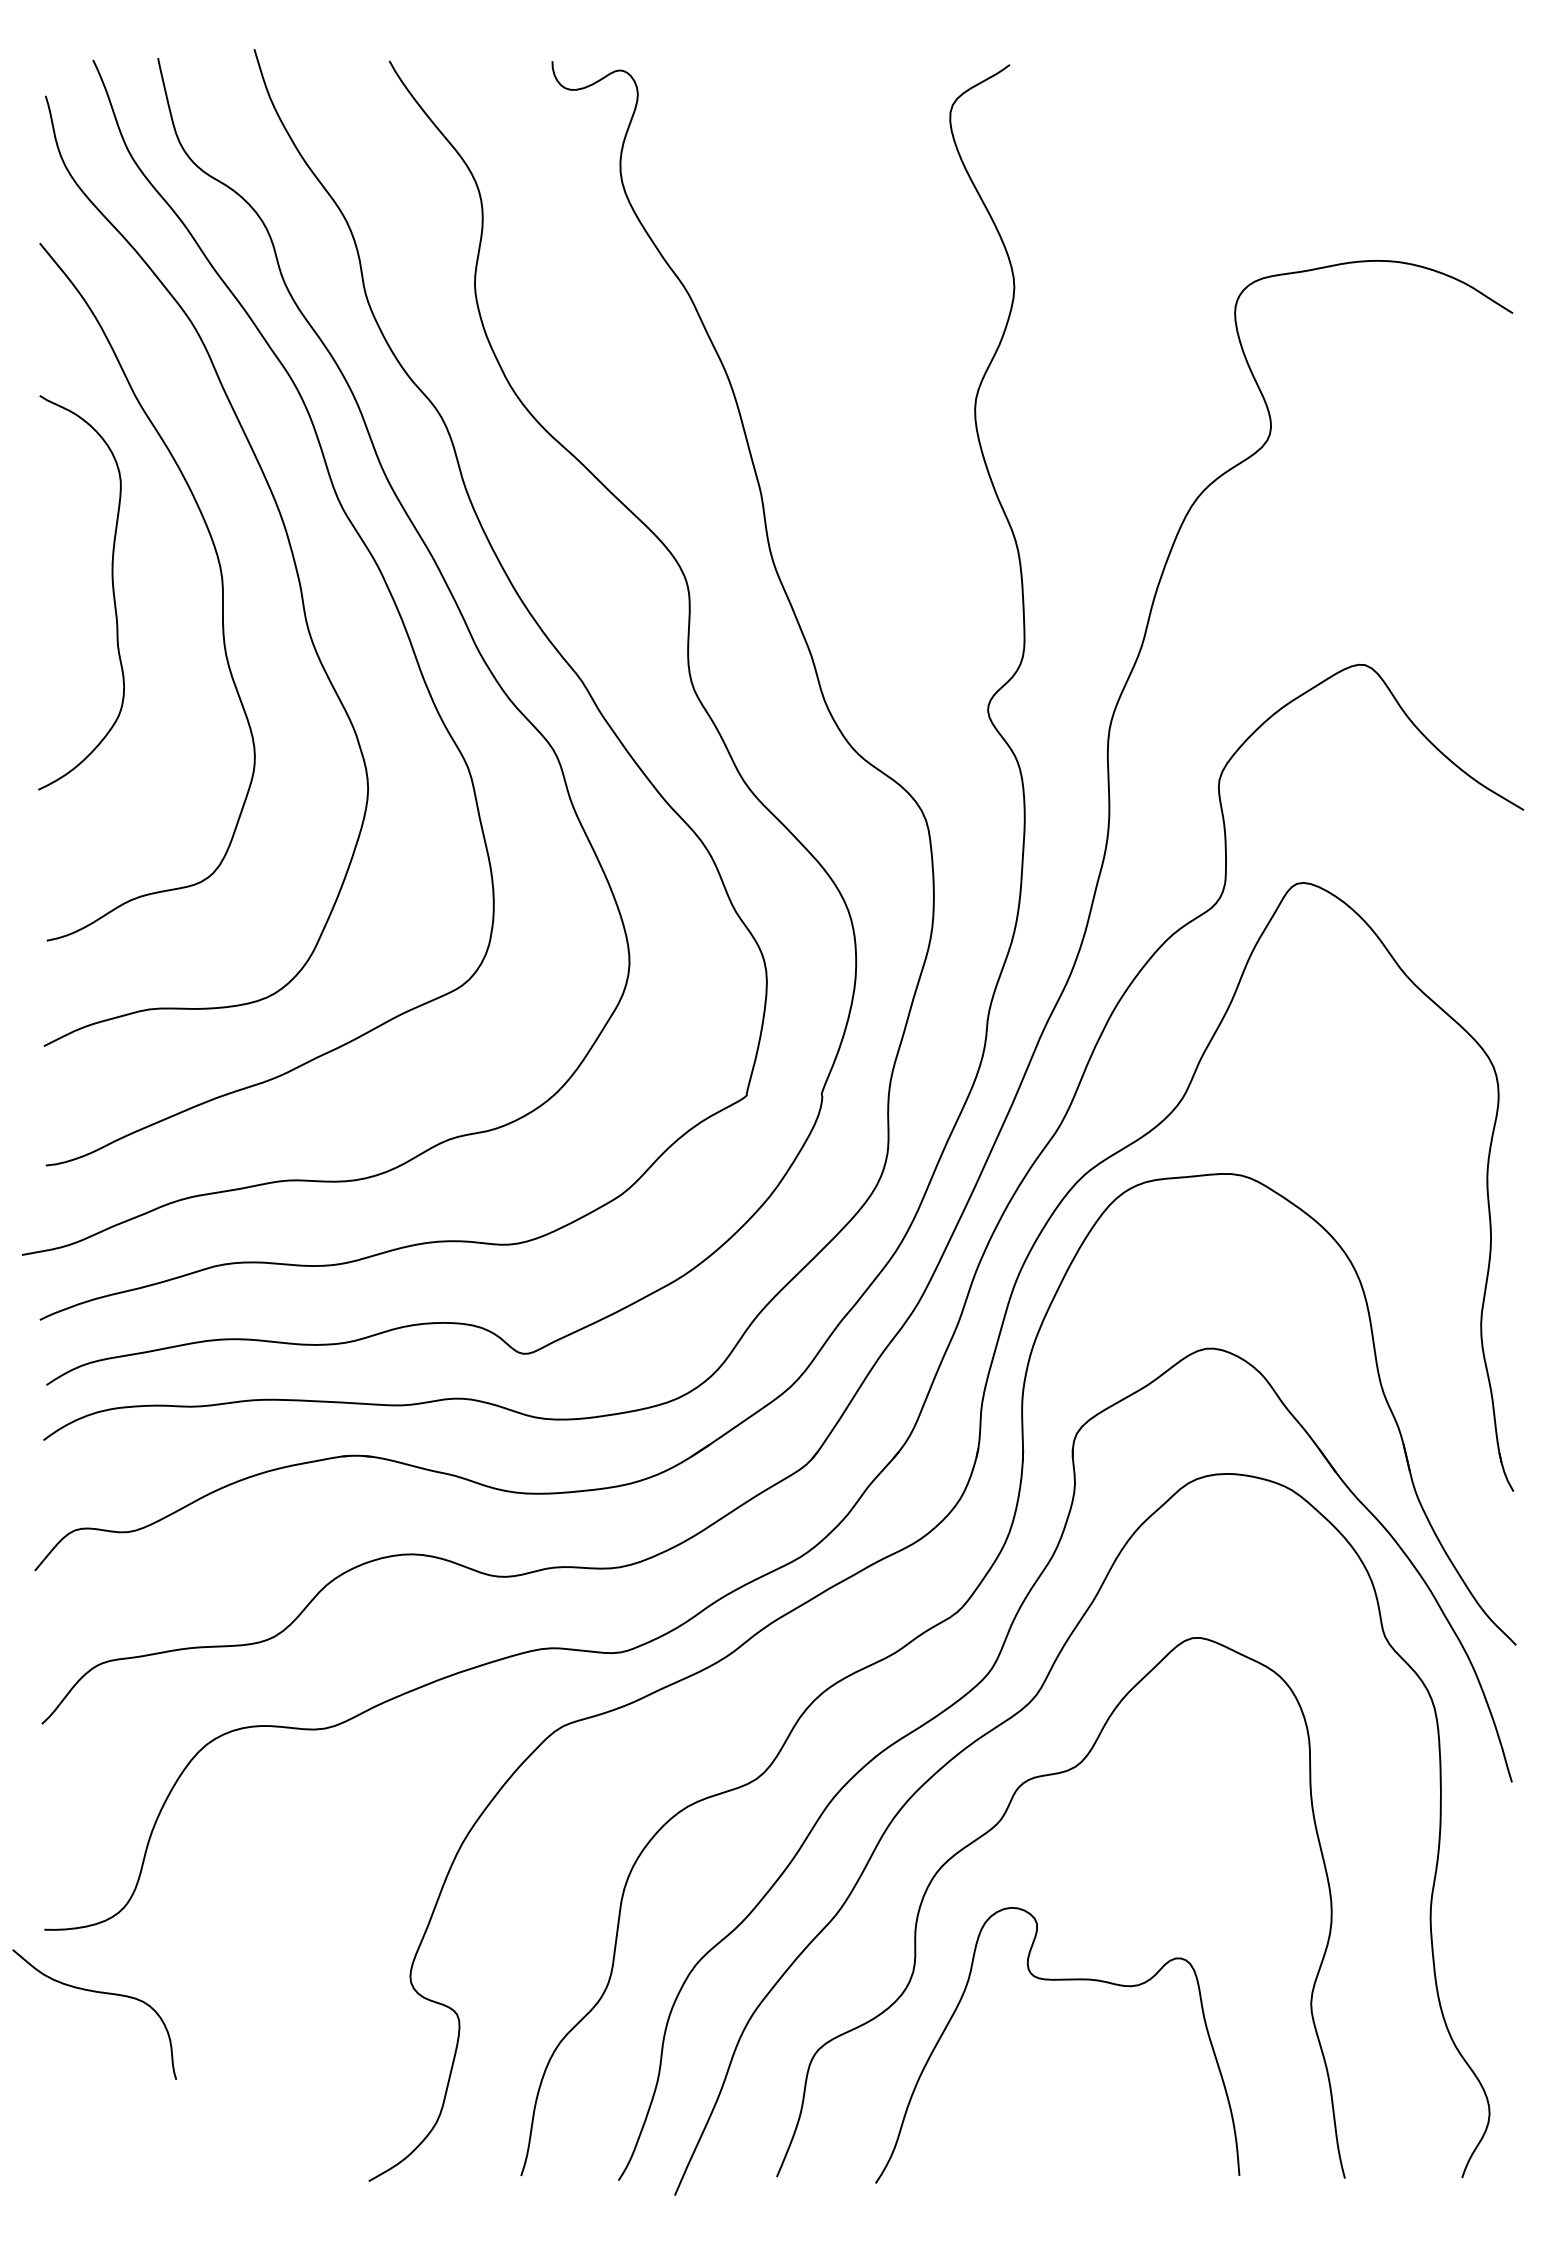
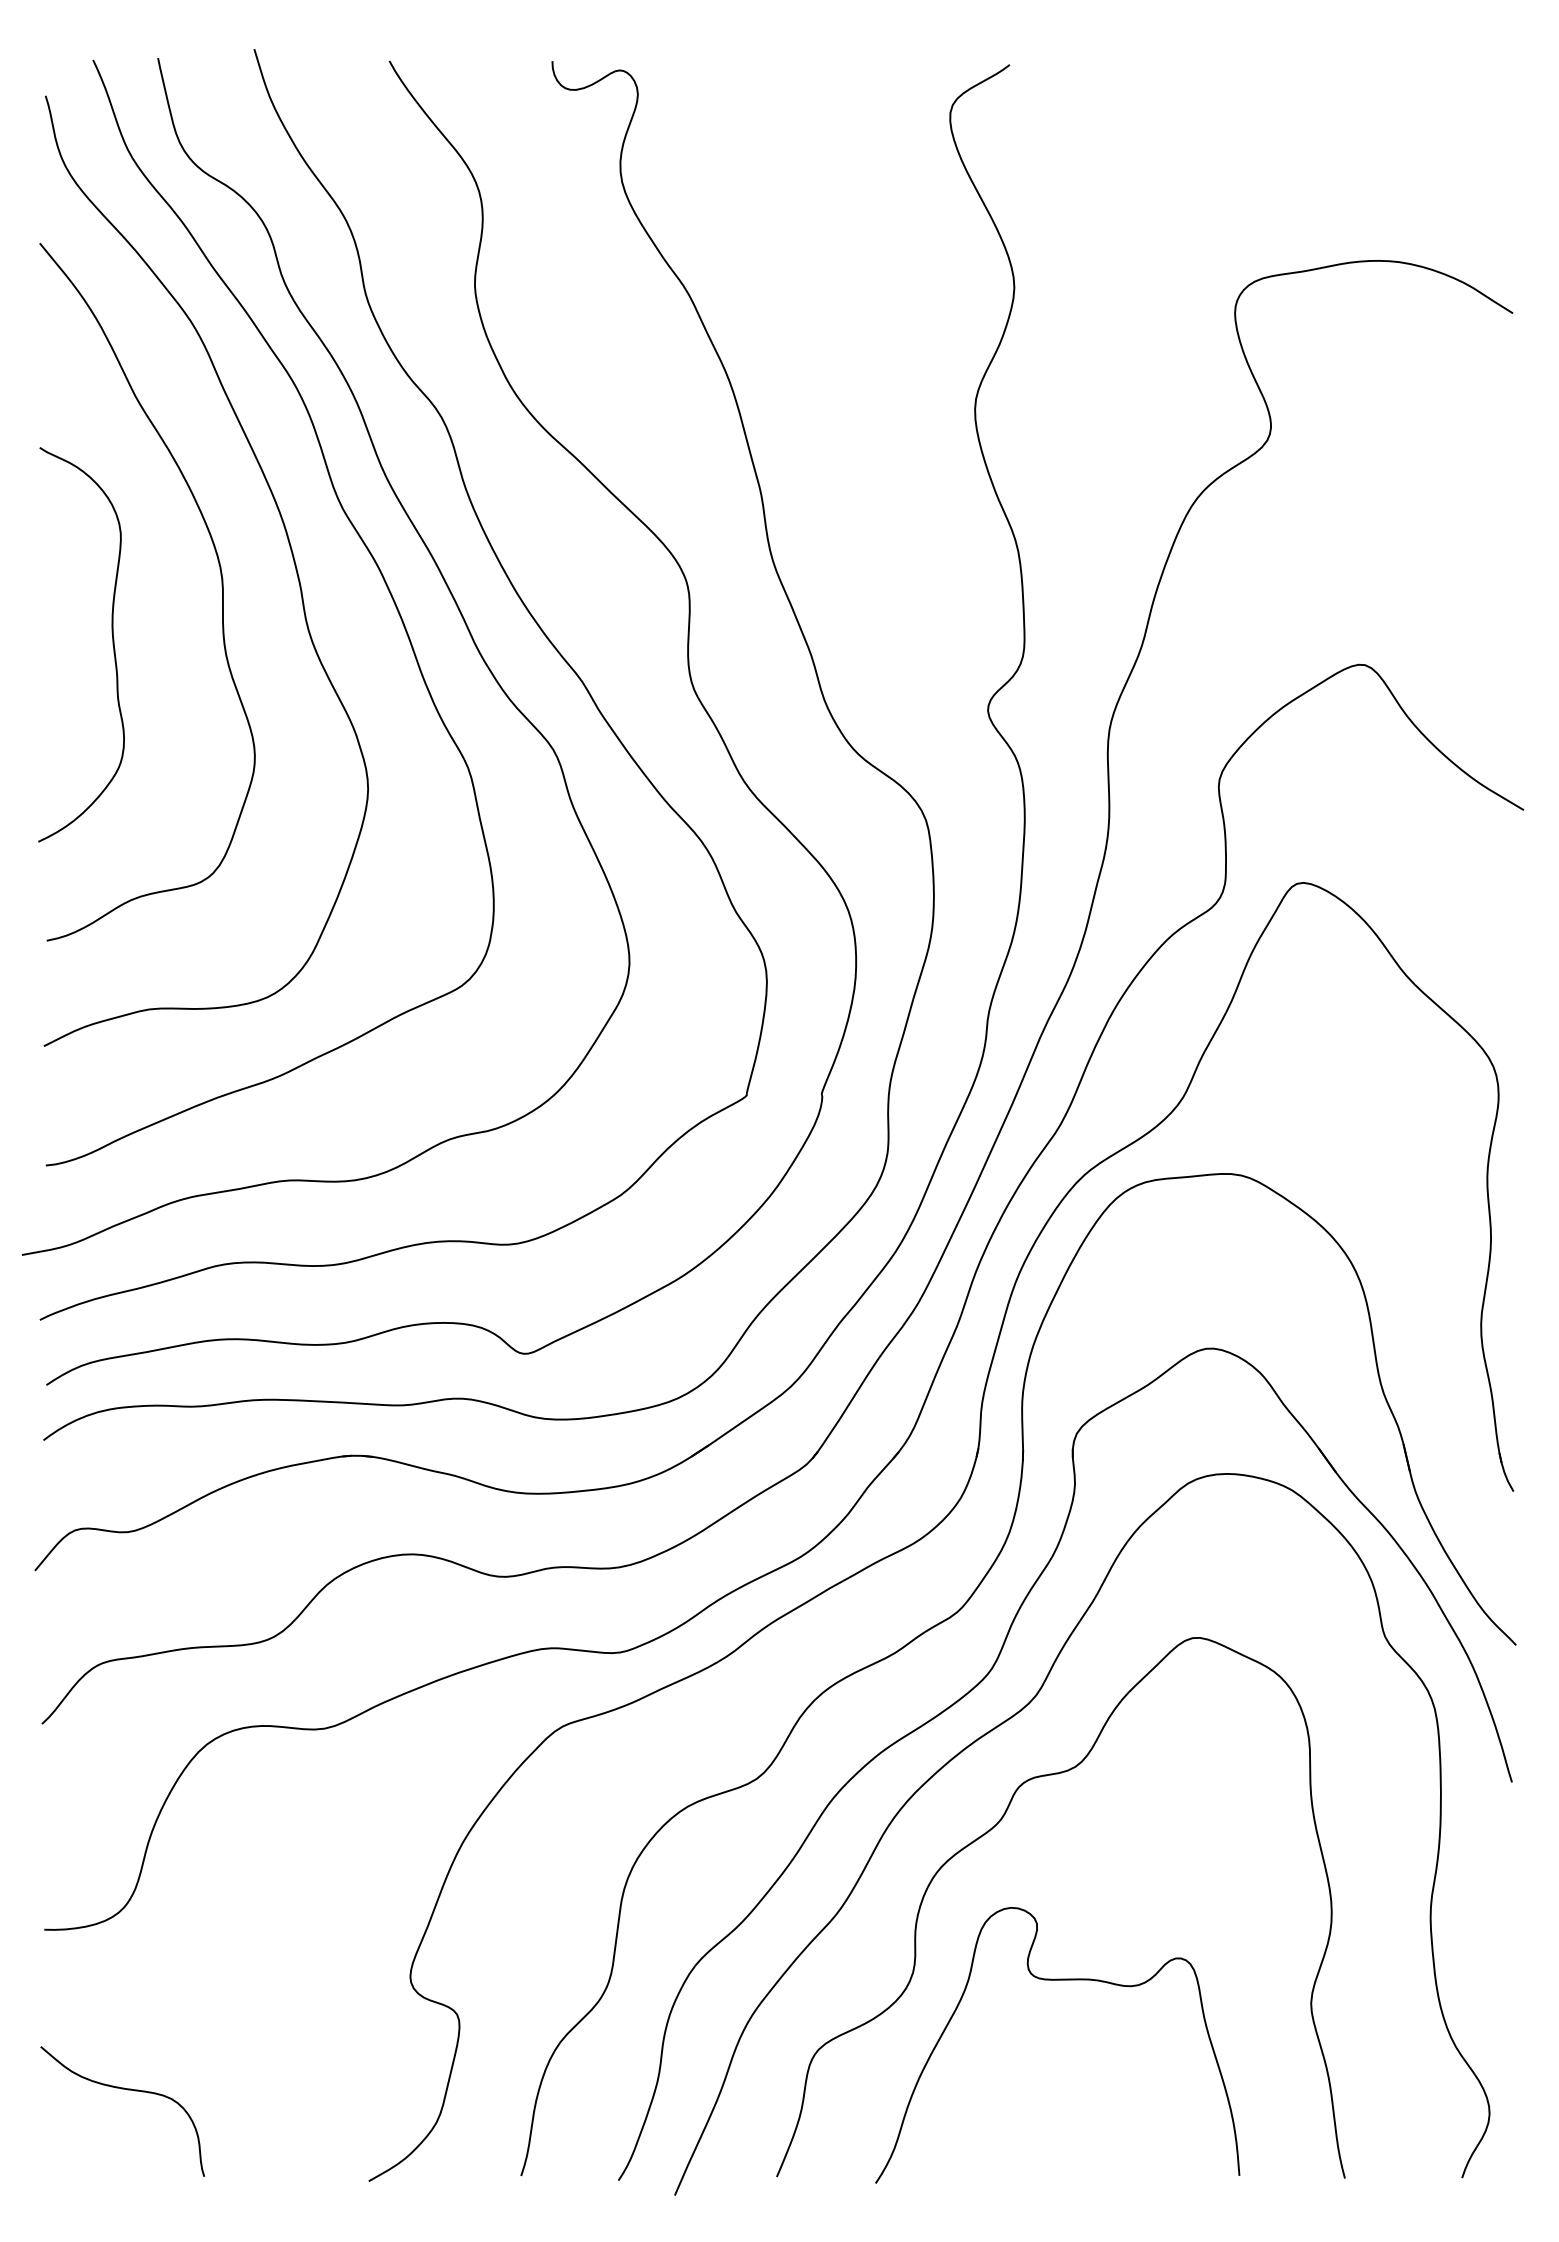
curve at (112, 592) position: (112, 592) -> (112, 644)
curve at (99, 1993) position: (99, 1993) -> (127, 2090)
